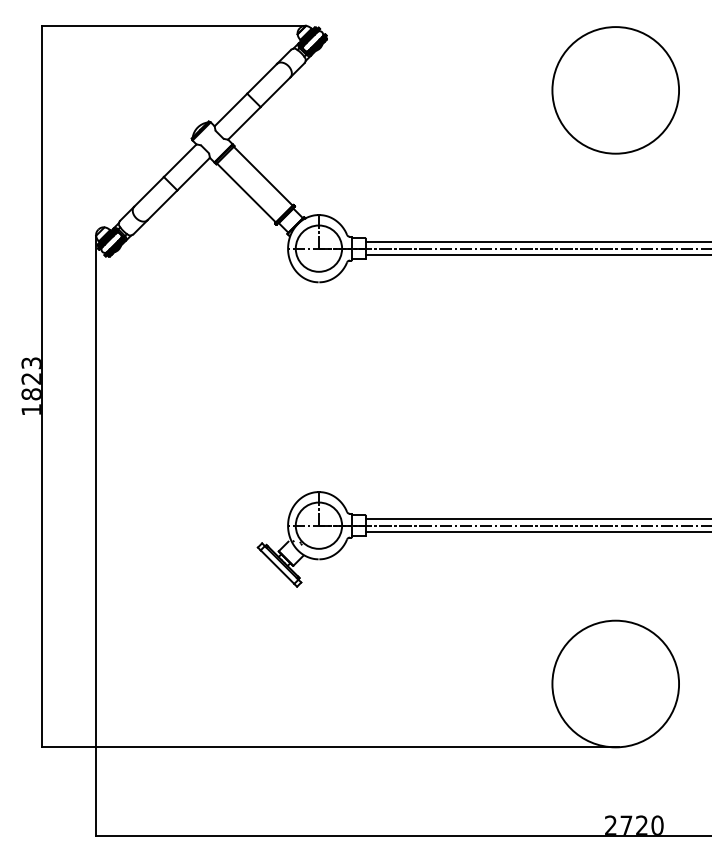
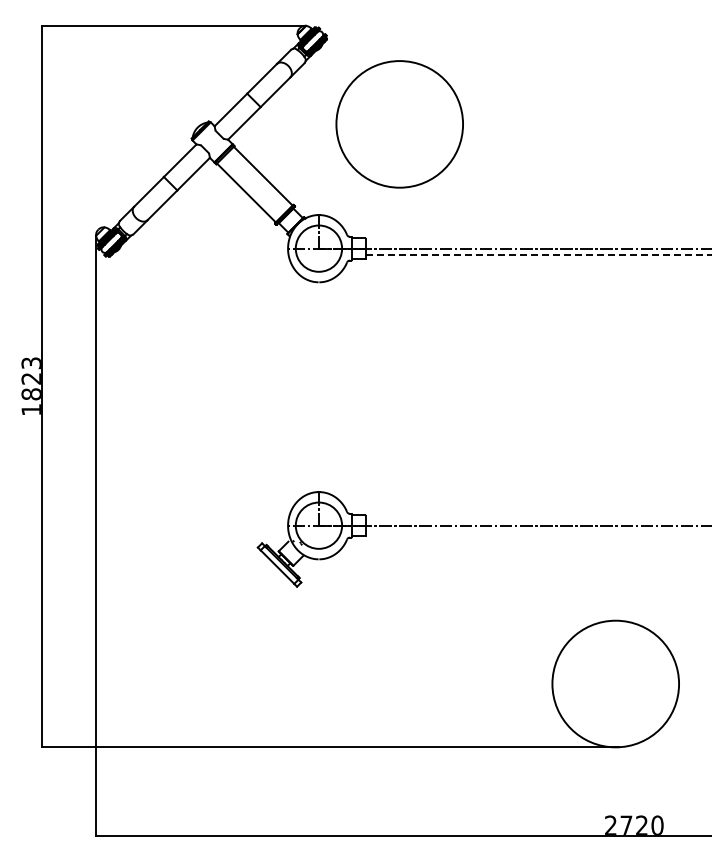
circle at (615, 90) position: (615, 90) -> (399, 124)
line at (536, 242): present -> none
line at (538, 255): solid -> dashed
line at (536, 519): present -> none
line at (536, 532): present -> none
